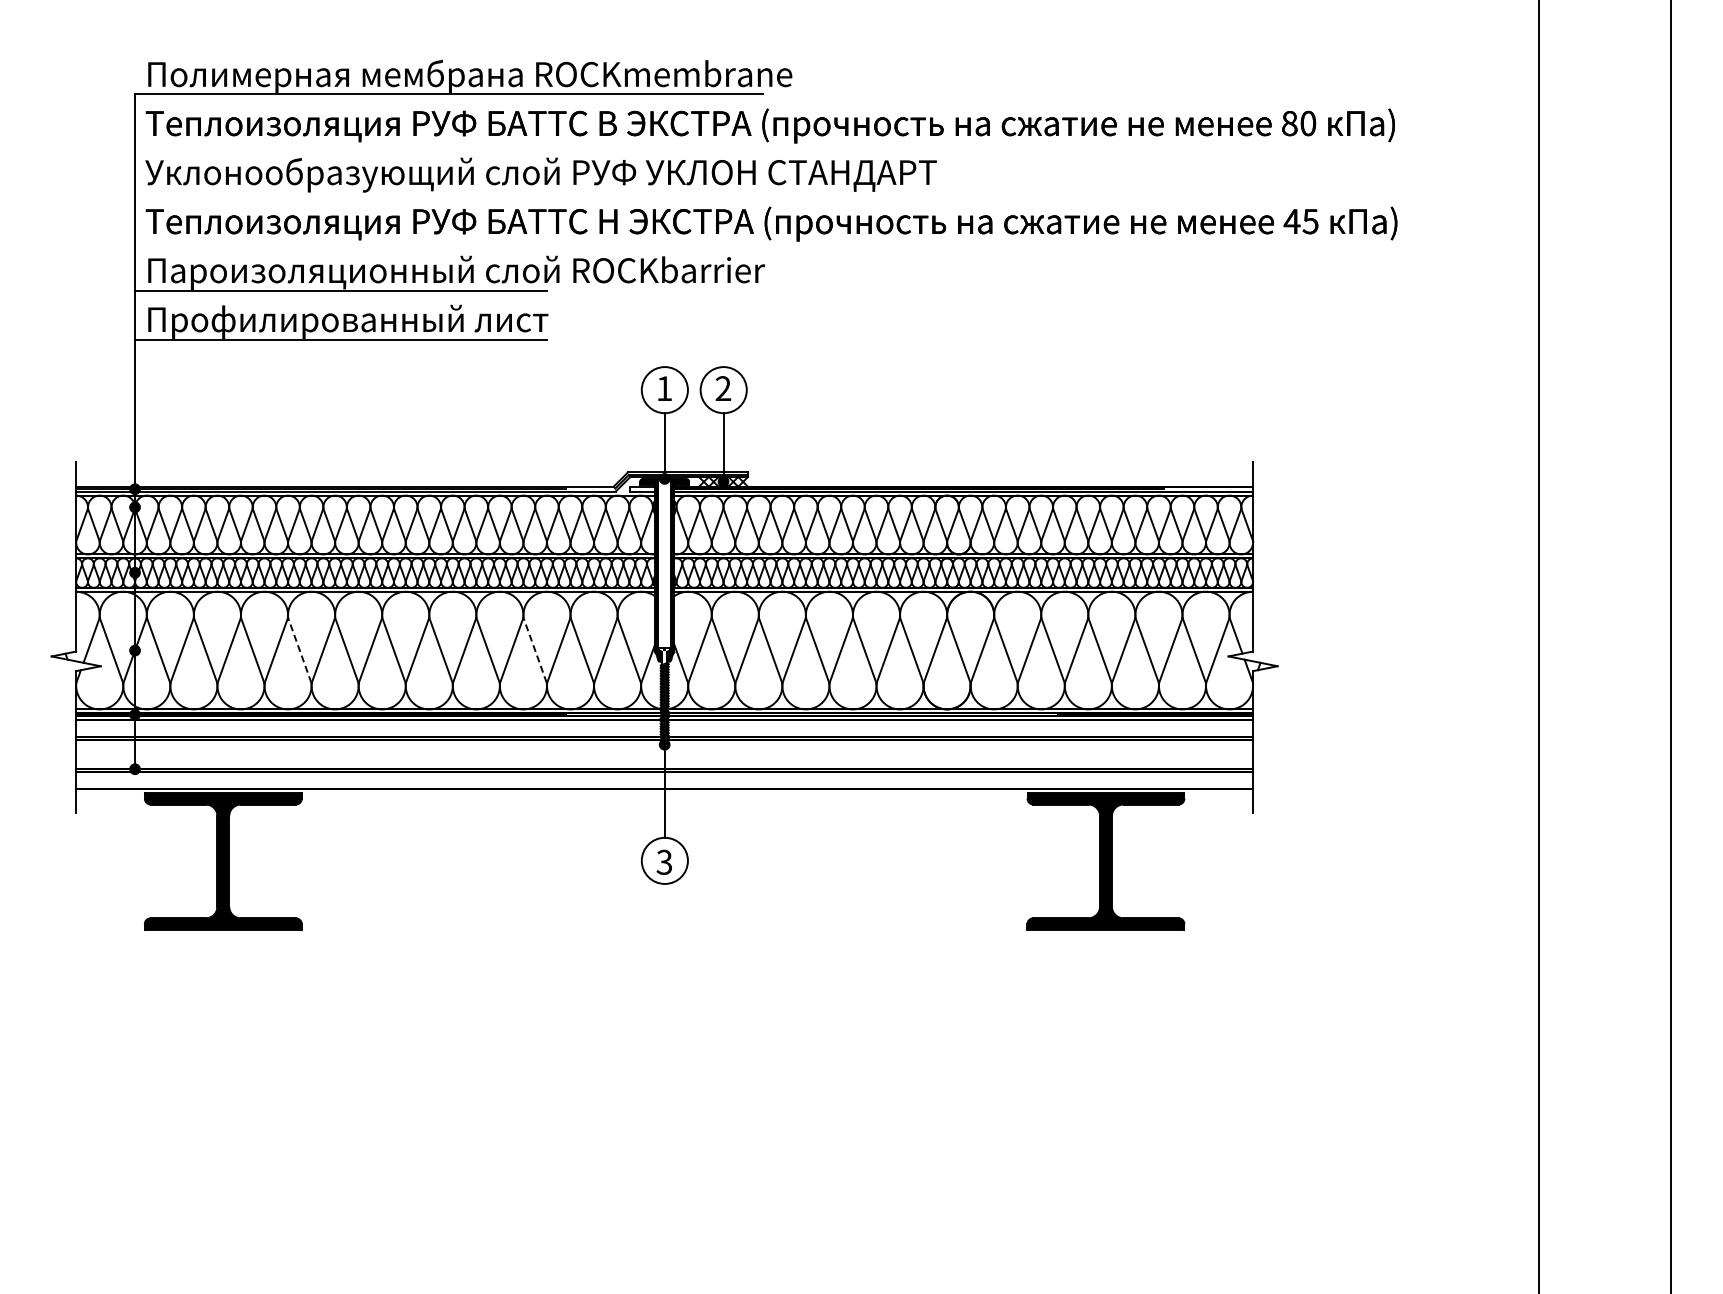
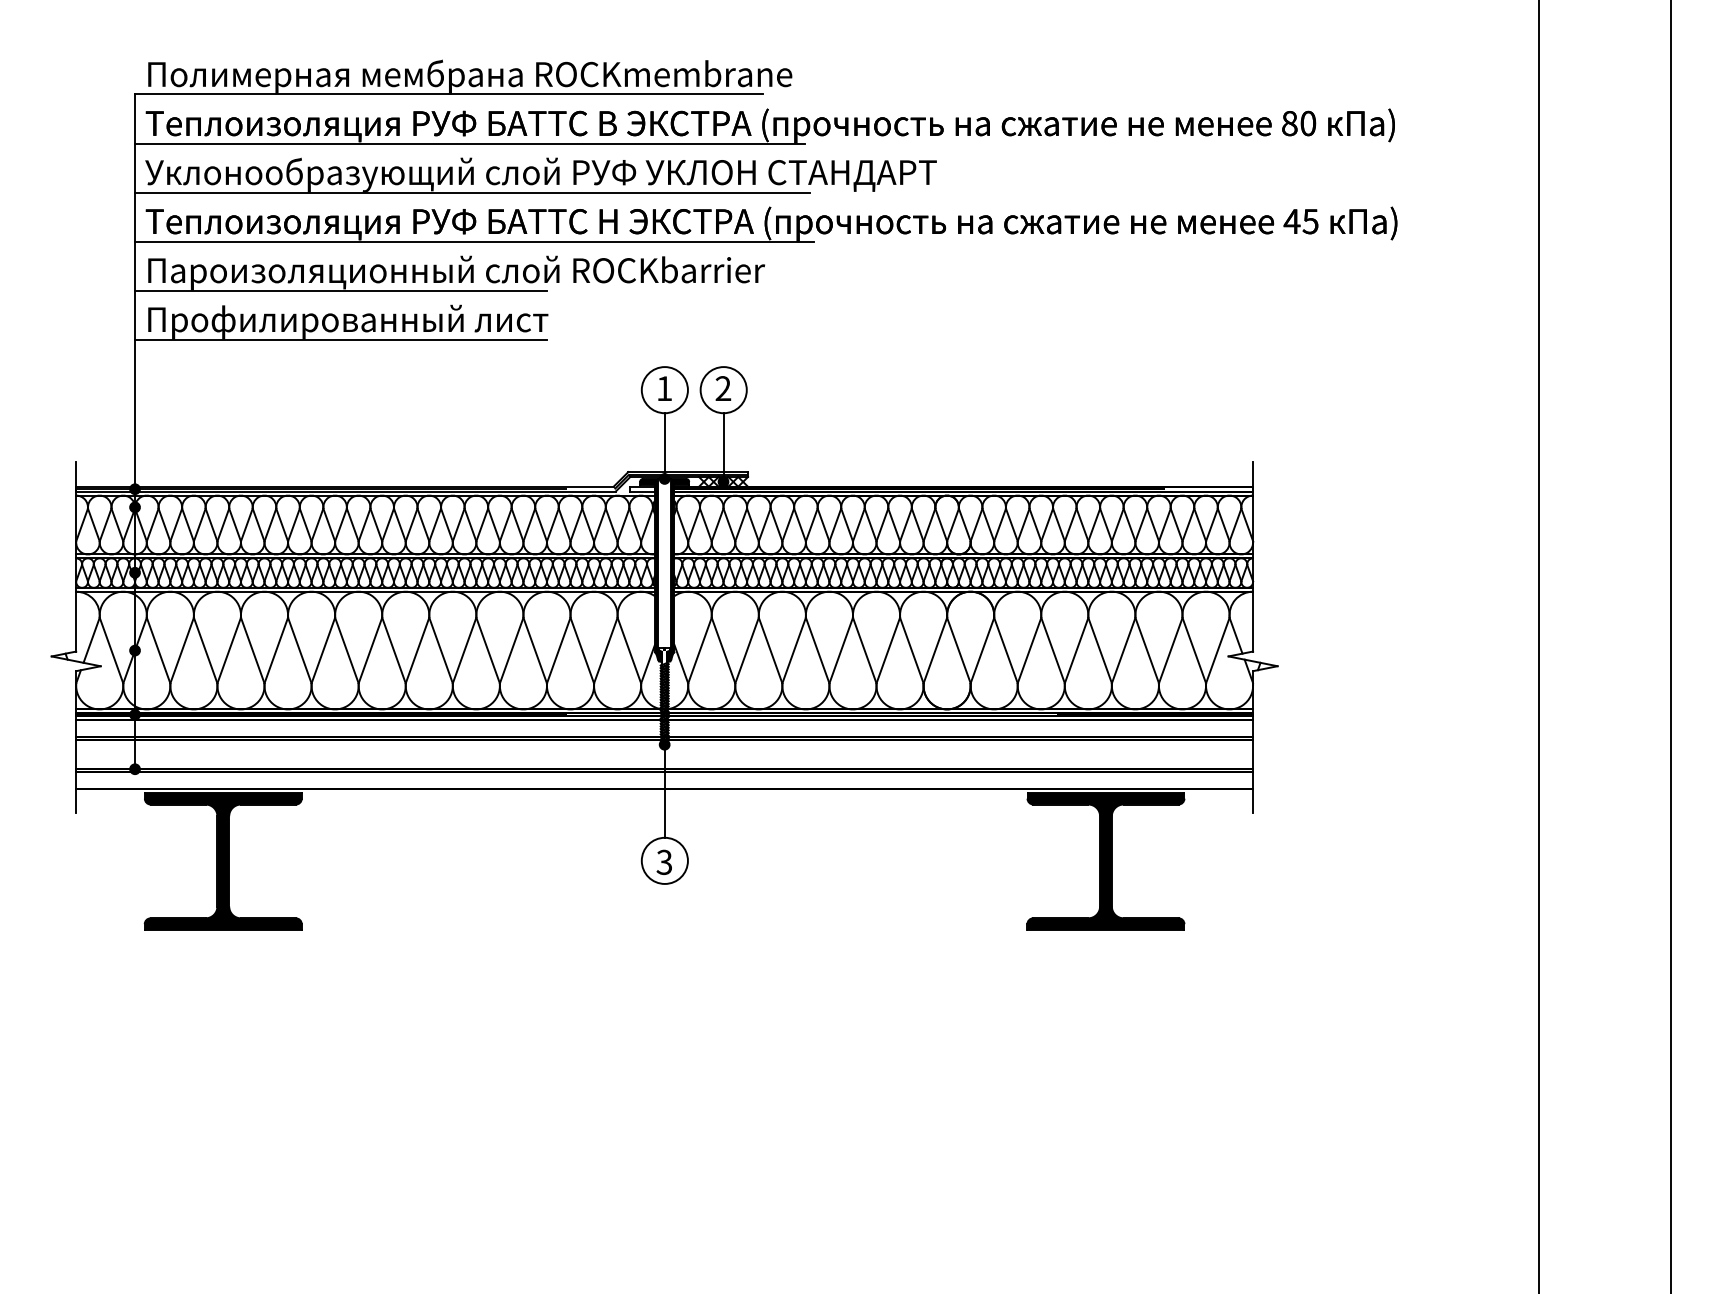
line at (469, 143): none -> present
line at (472, 192): none -> present
line at (474, 241): none -> present
line at (299, 650): dashed -> solid
line at (535, 650): dashed -> solid
